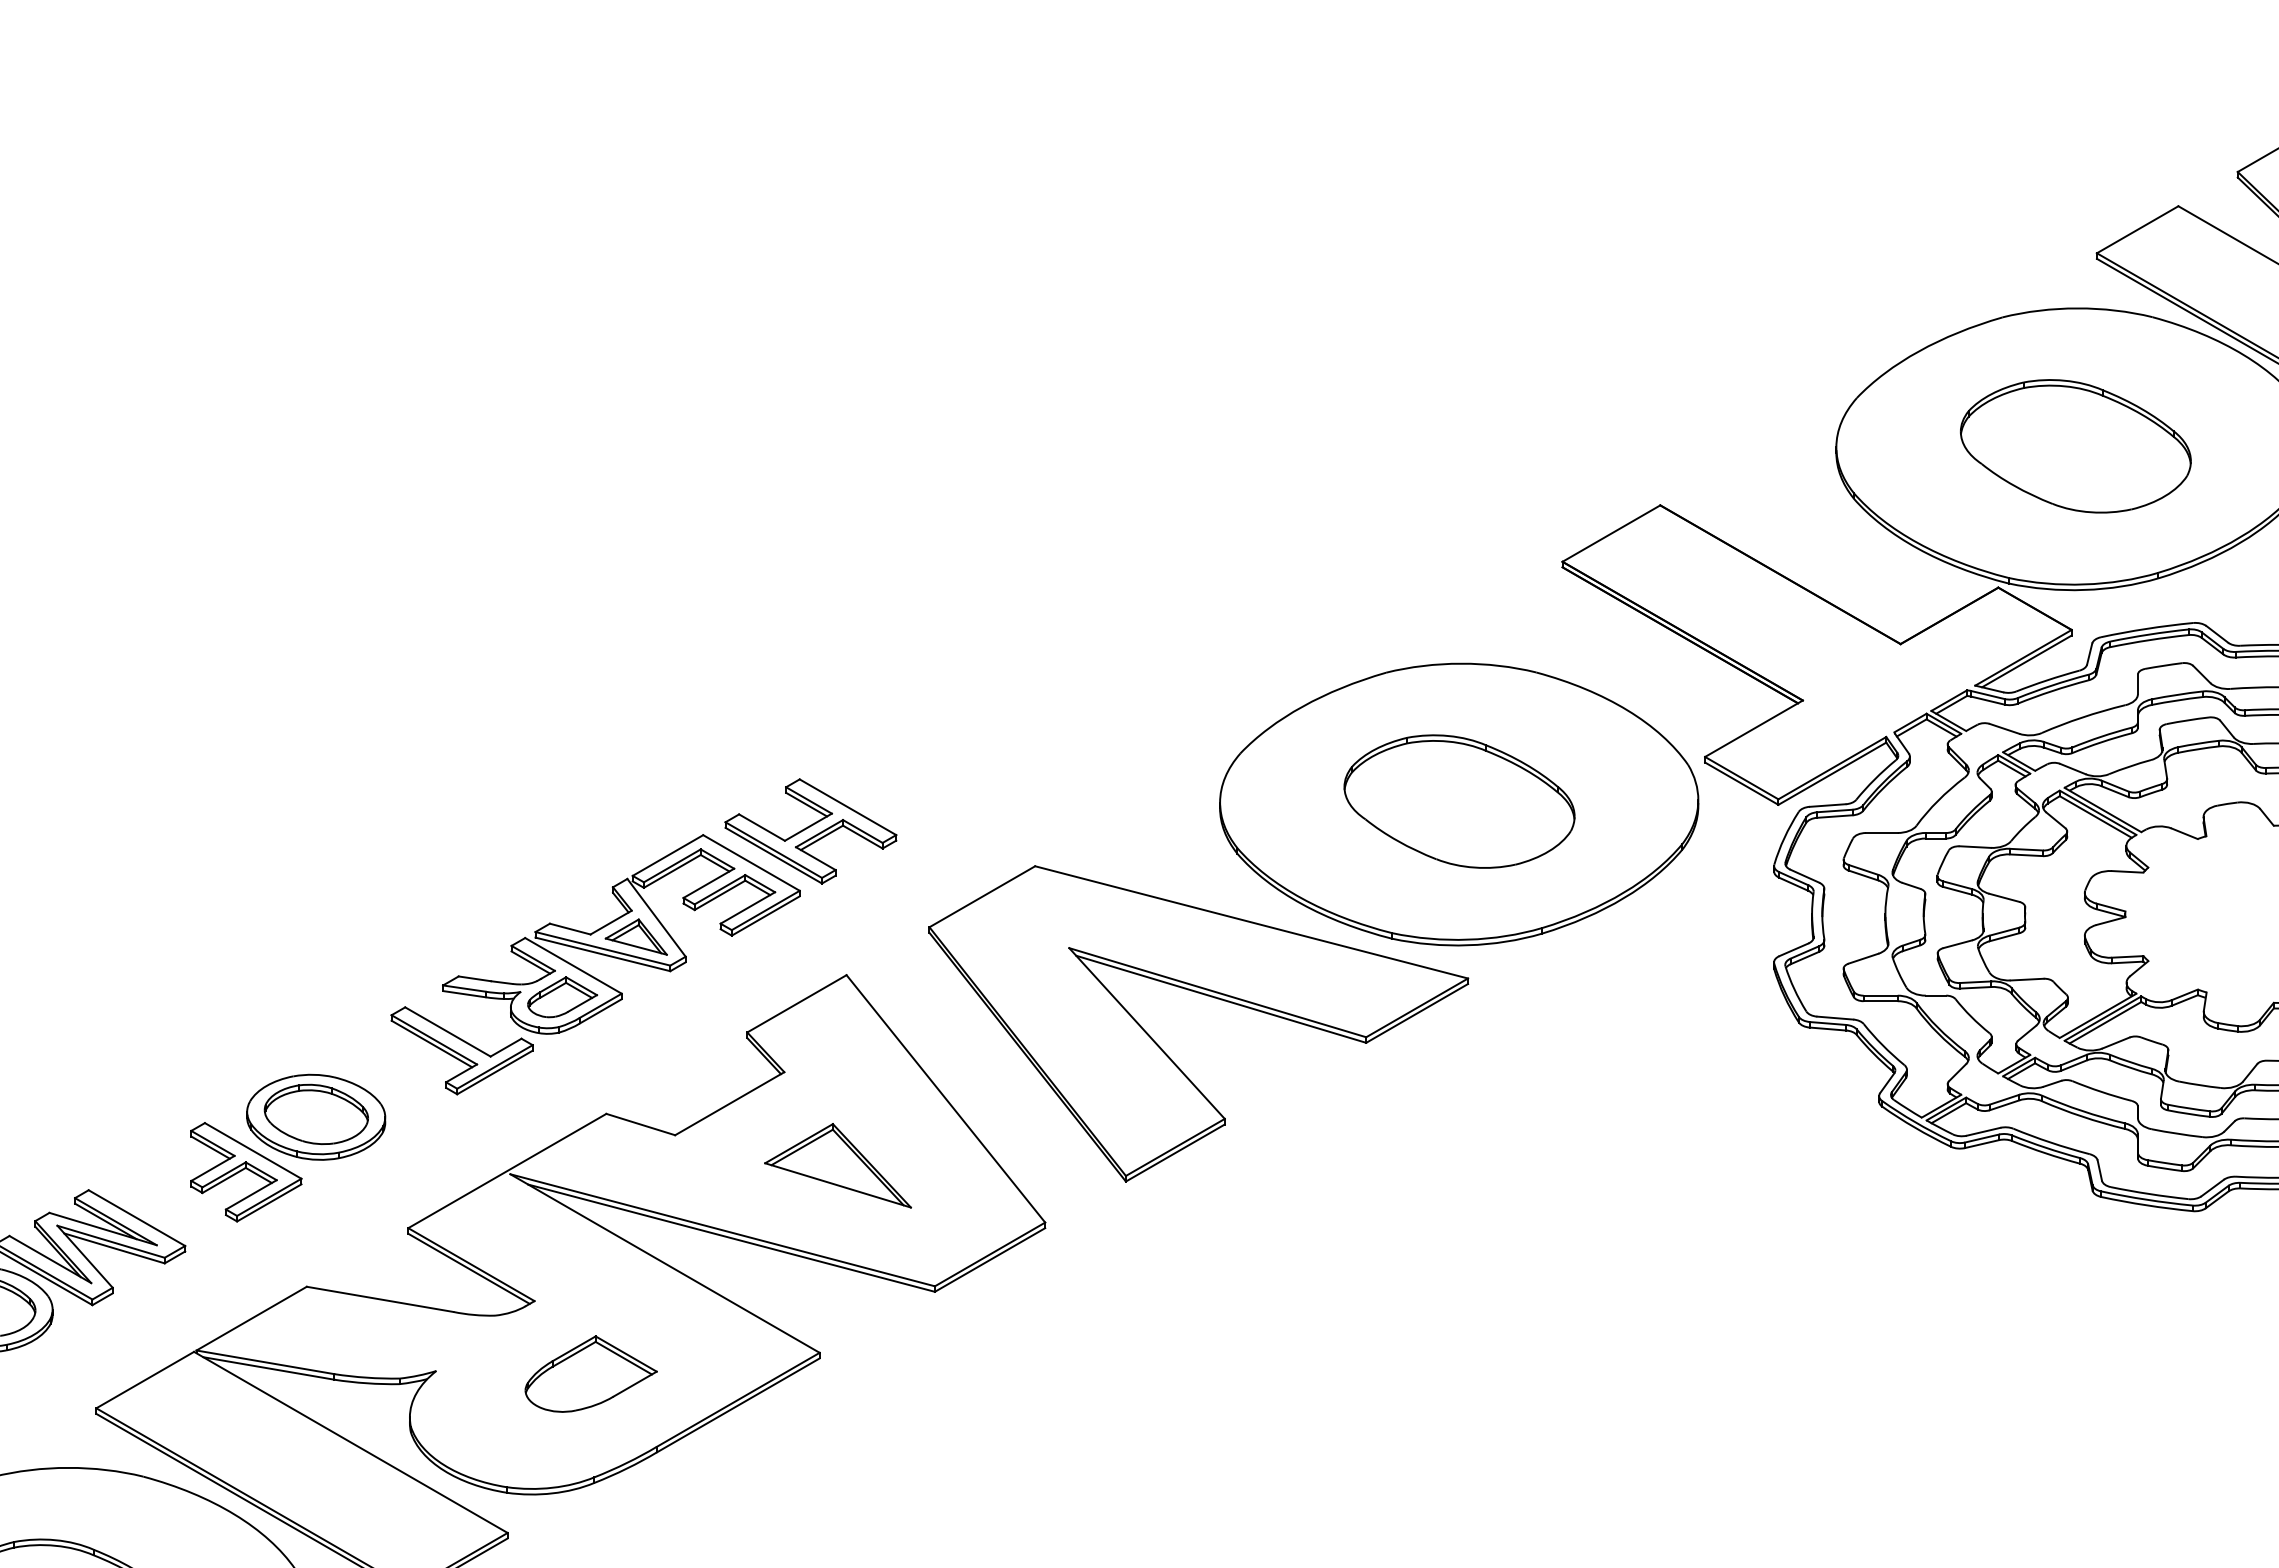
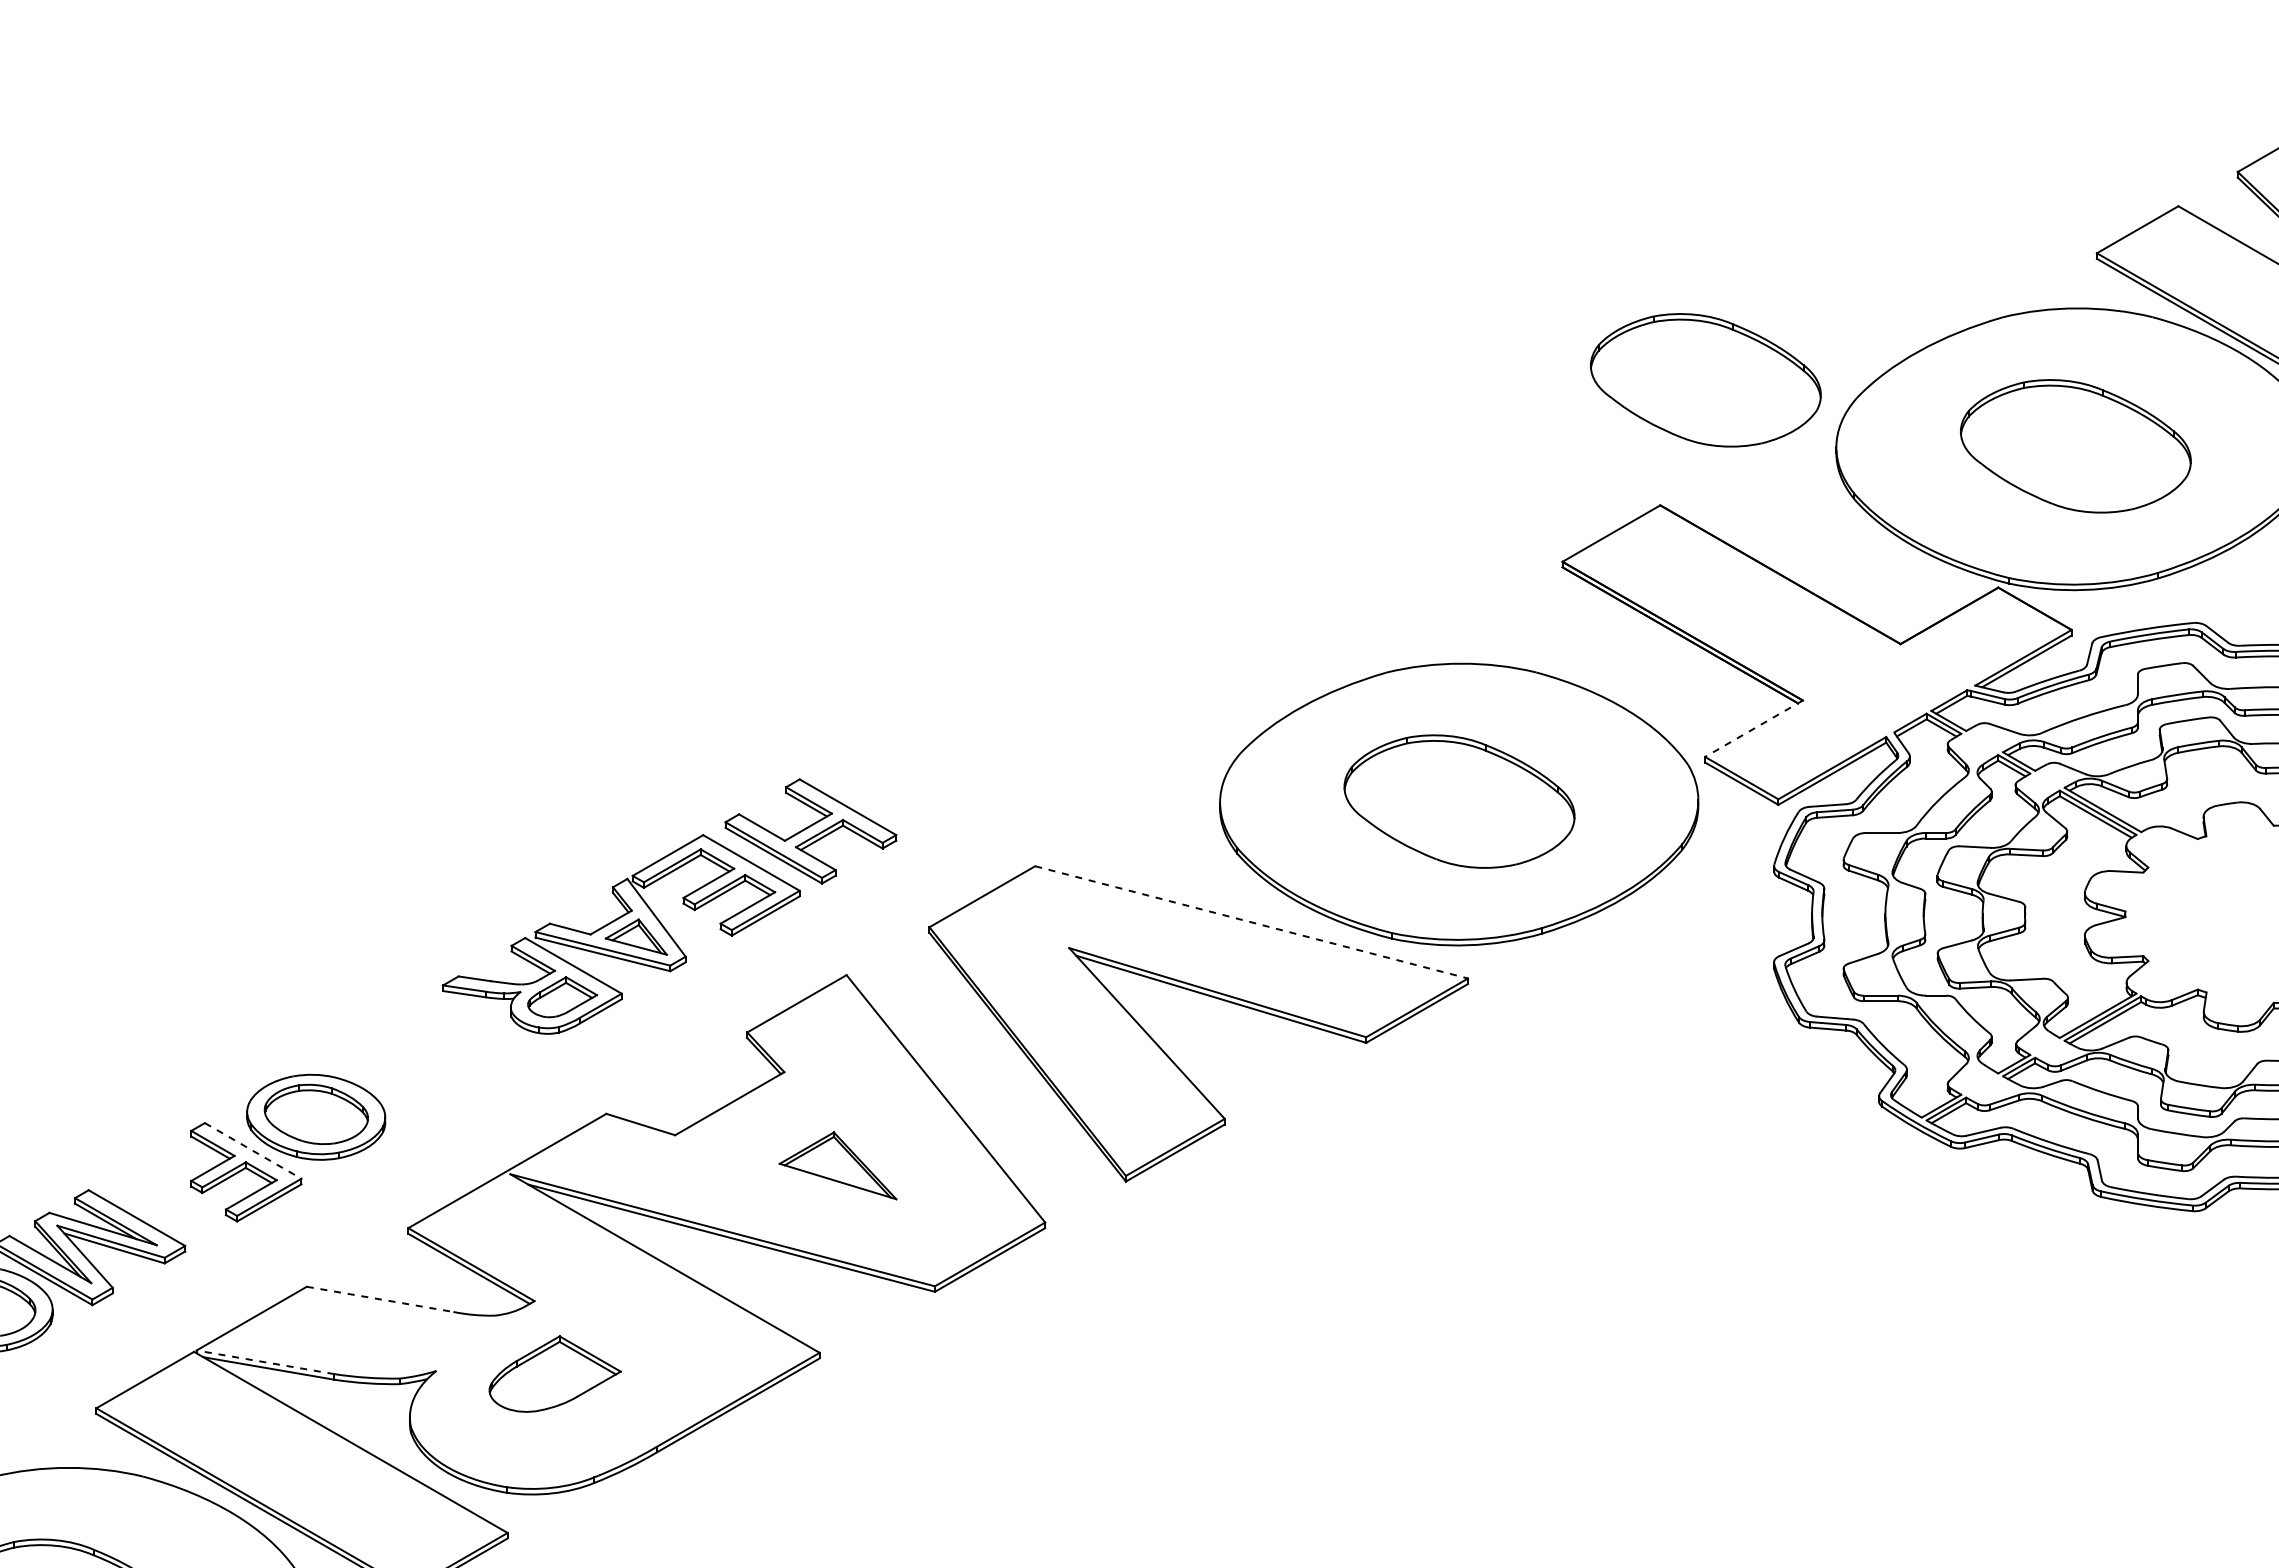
part at (1705, 380): none -> present
line at (1753, 728): solid -> dashed
line at (1251, 922): solid -> dashed
part at (461, 1050): present -> none
line at (253, 1150): solid -> dashed
part at (837, 1165) size: 148x86 px -> 120x70 px
line at (380, 1299): solid -> dashed
line at (265, 1362): solid -> dashed
part at (590, 1373) position: (590, 1373) -> (554, 1373)
